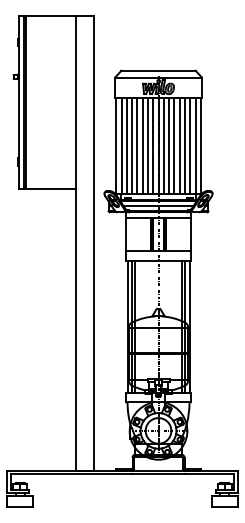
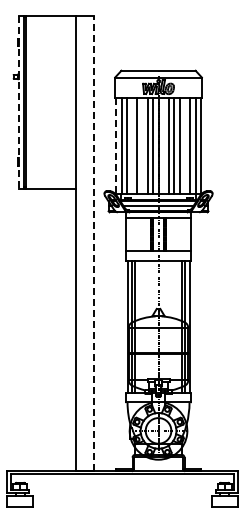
line at (18, 102): solid -> dashed
line at (132, 145): present -> none
line at (142, 145): present -> none
line at (163, 145): present -> none
line at (184, 145): present -> none
line at (116, 146): solid -> dashed
line at (93, 243): solid -> dashed
